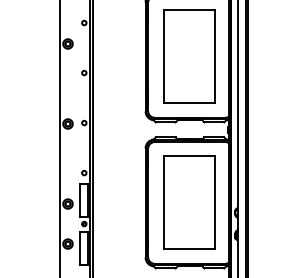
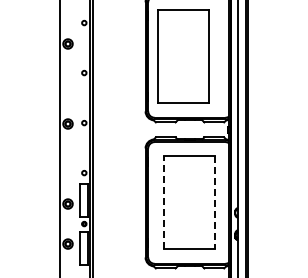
part at (189, 56) position: (189, 56) -> (183, 56)
line at (163, 201): solid -> dashed
line at (215, 202): solid -> dashed
